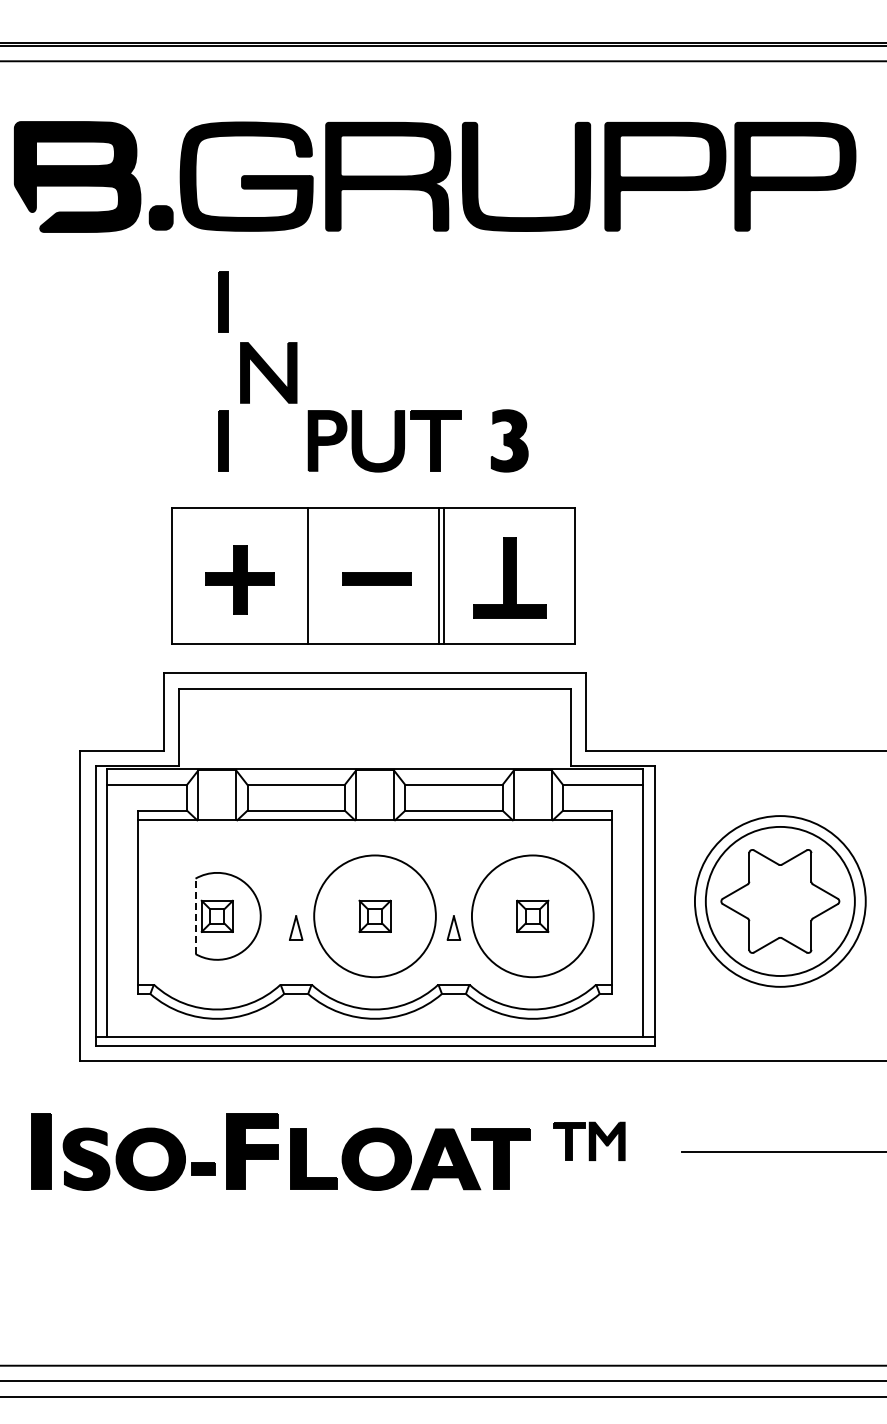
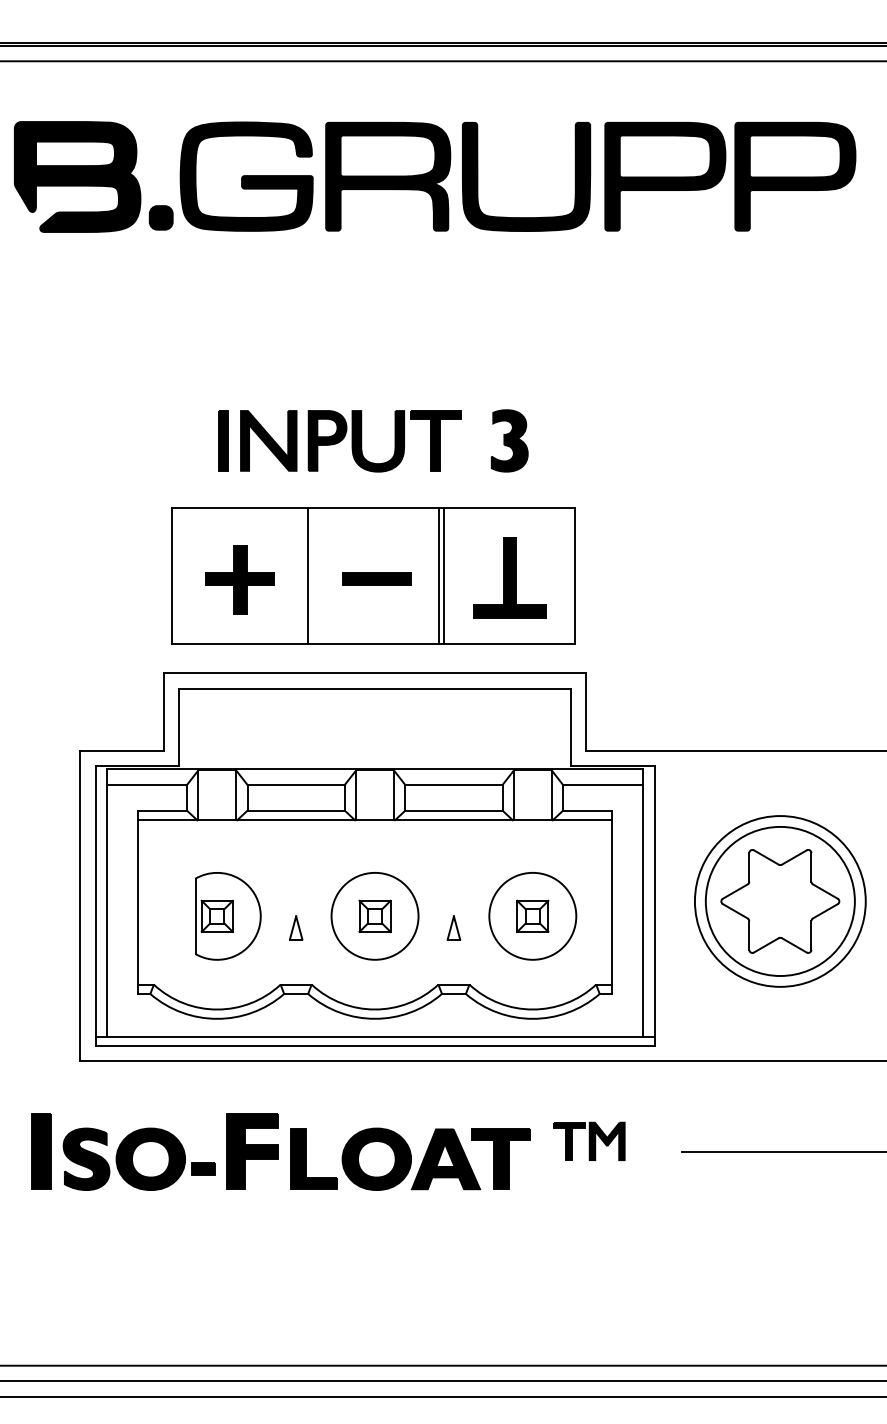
part at (223, 301): present -> none
part at (268, 372) position: (268, 372) -> (268, 440)
line at (195, 916): dashed -> solid
circle at (374, 916) diameter: 122 px -> 87 px
circle at (532, 916) diameter: 122 px -> 87 px
